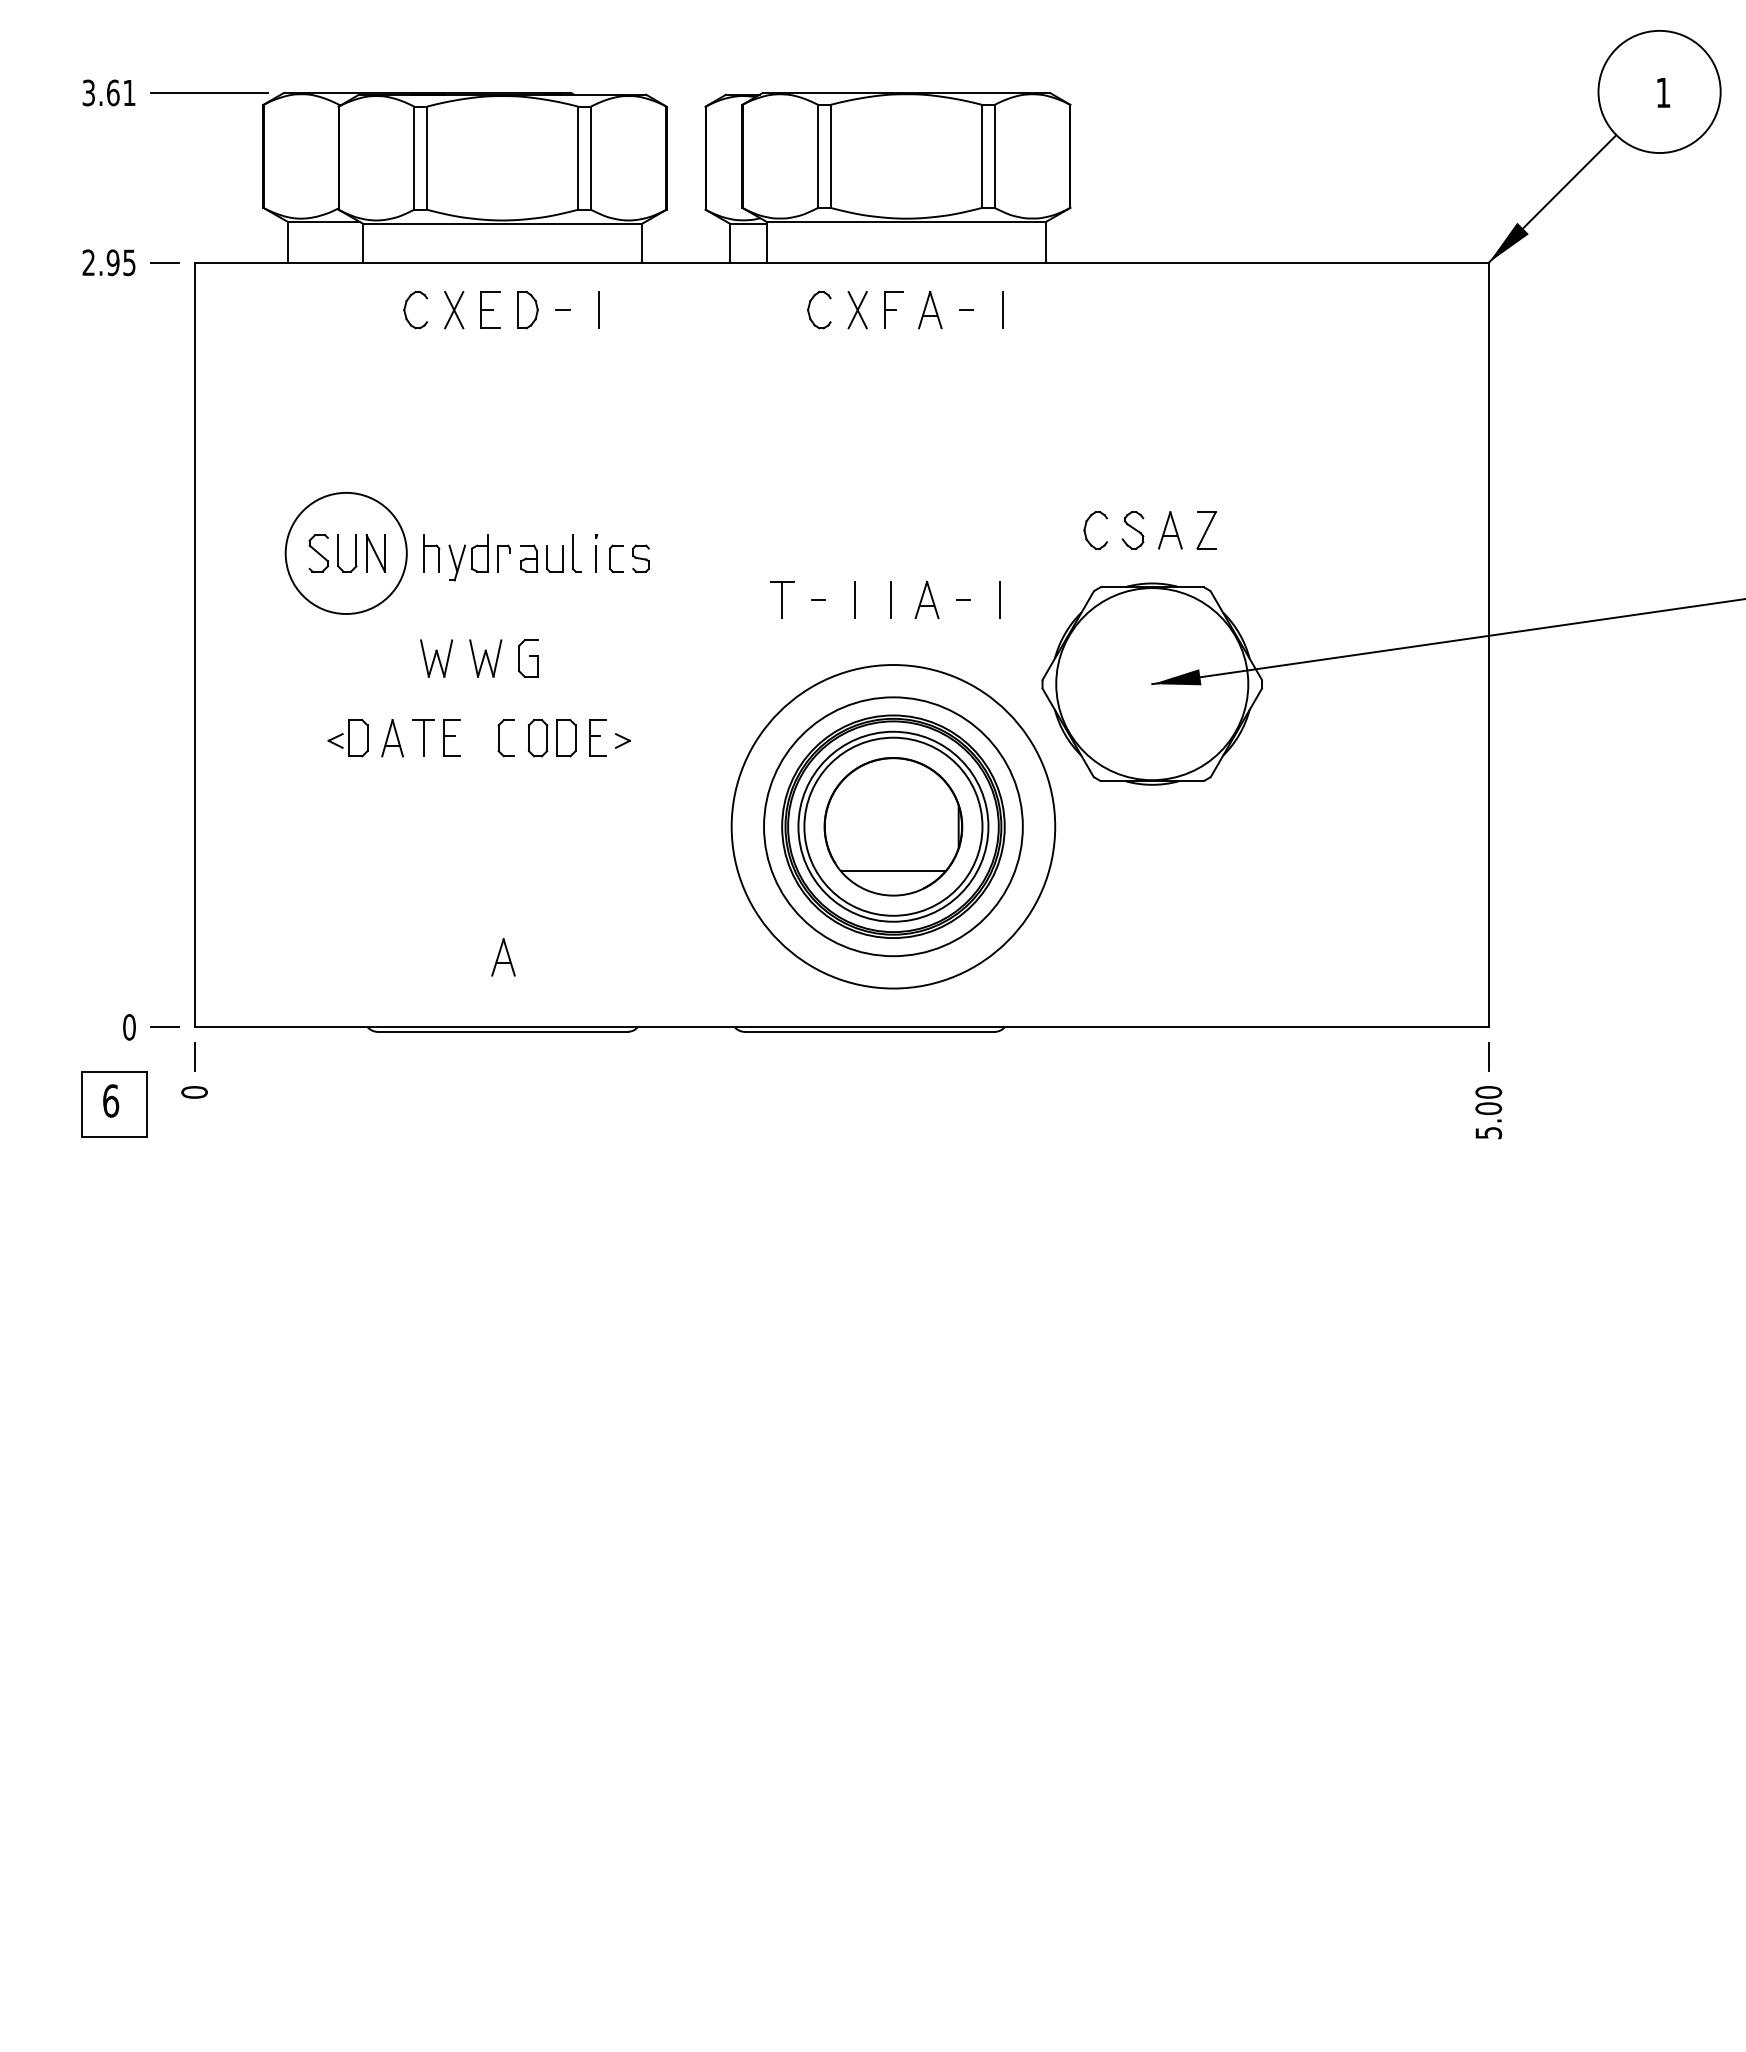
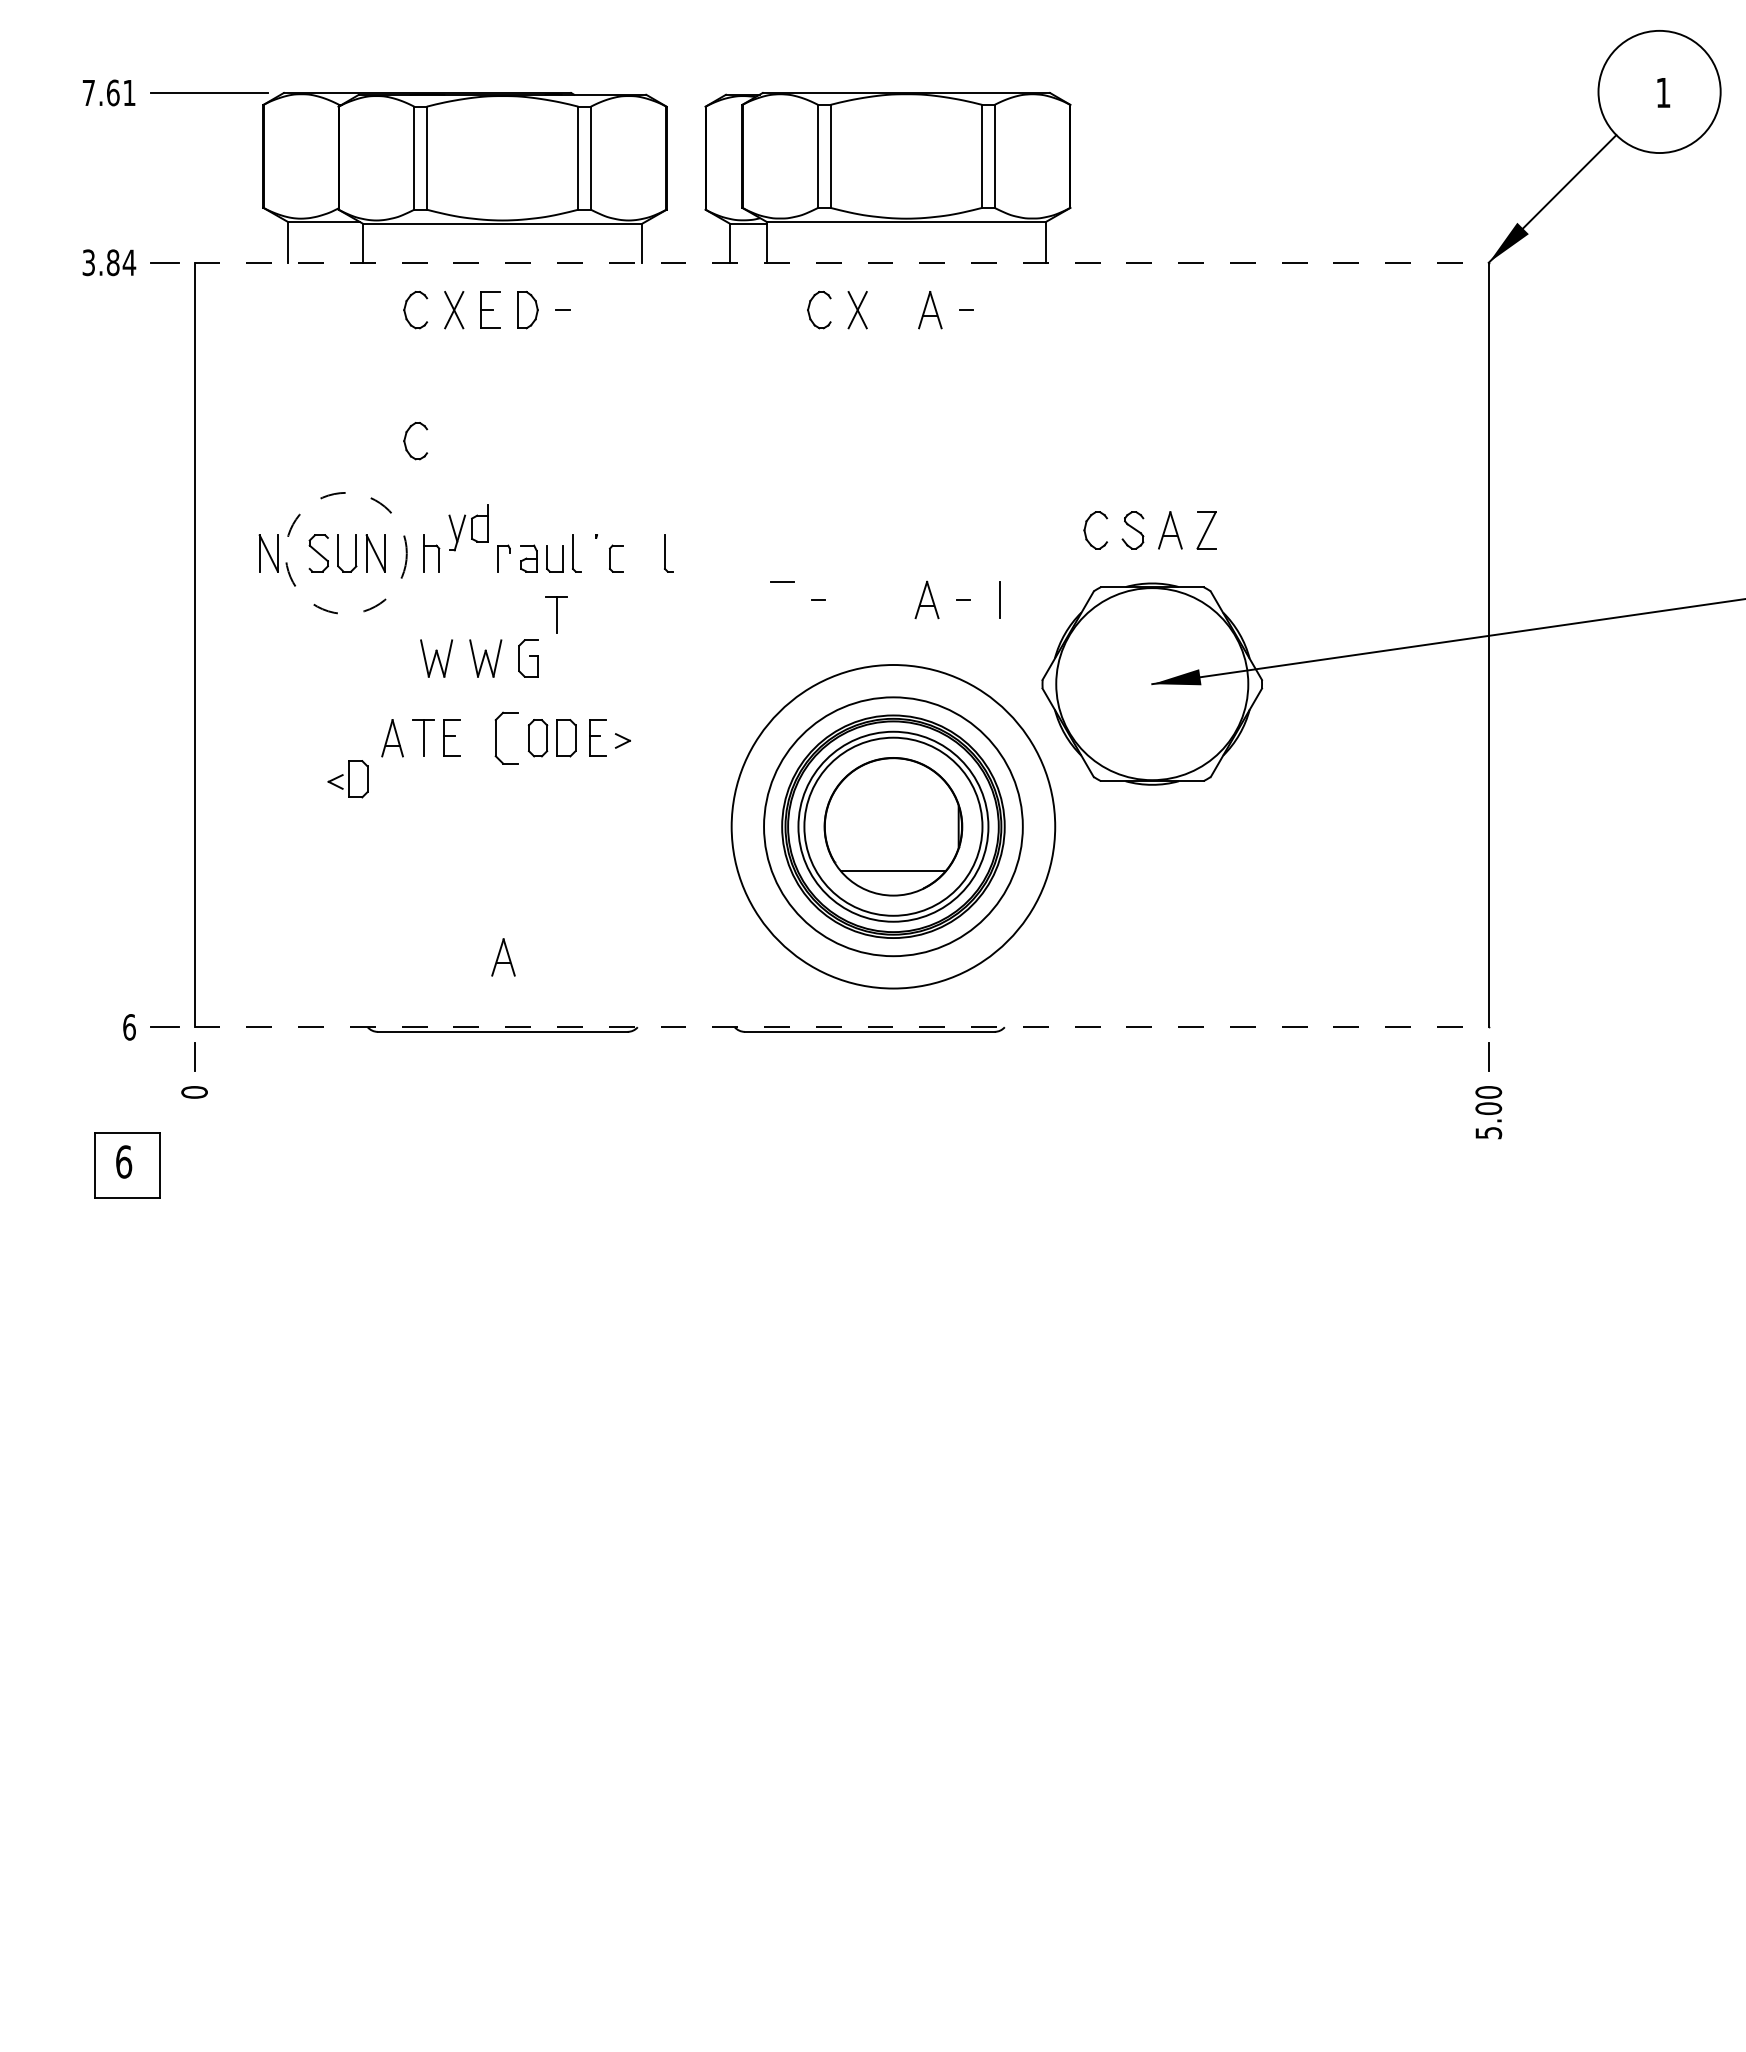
text at (88, 92): 3.61 -> 7.61
text at (109, 262): 2.95 -> 3.84
line at (842, 262): solid -> dashed
part at (893, 309): present -> none
line at (599, 310): present -> none
line at (1002, 310): present -> none
part at (406, 437): none -> present
part at (268, 553): none -> present
circle at (345, 553): solid -> dashed
part at (668, 553): none -> present
part at (468, 557) position: (468, 557) -> (468, 527)
line at (596, 558): present -> none
part at (640, 558): present -> none
line at (782, 599): present -> none
line at (854, 599): present -> none
line at (890, 599): present -> none
part at (556, 614): none -> present
part at (347, 738) position: (347, 738) -> (347, 779)
part at (505, 738) size: 18x39 px -> 25x54 px
text at (129, 1027): 0 -> 6
line at (842, 1027): solid -> dashed
part at (114, 1104) position: (114, 1104) -> (127, 1165)
